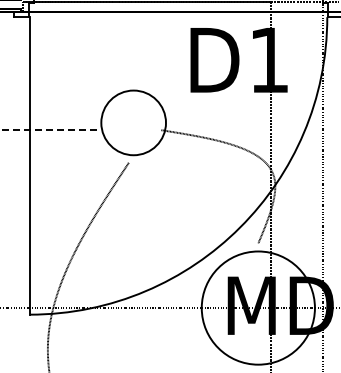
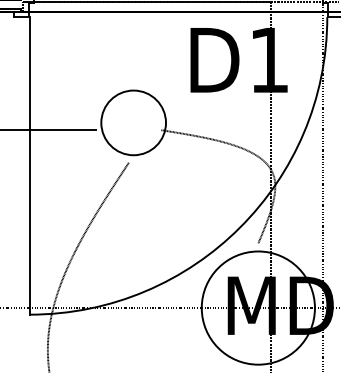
line at (48, 130): dashed -> solid
